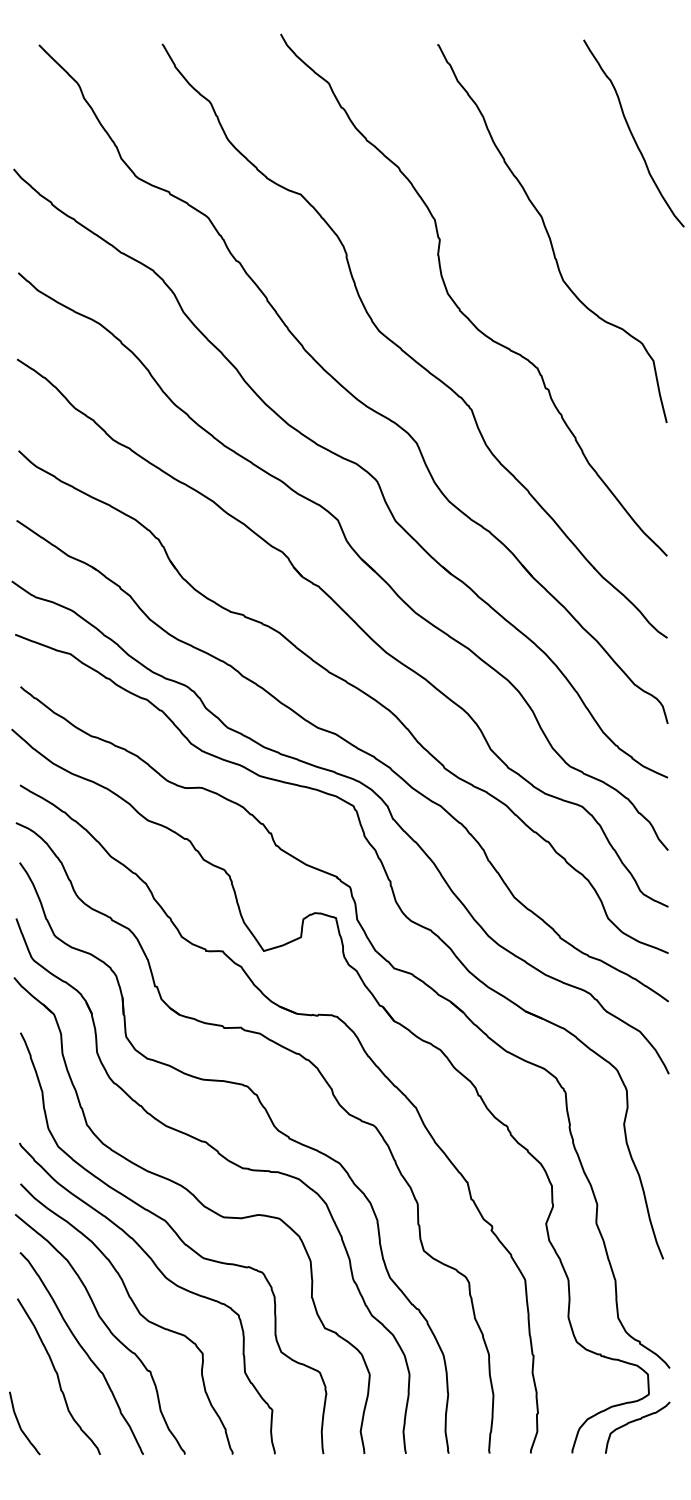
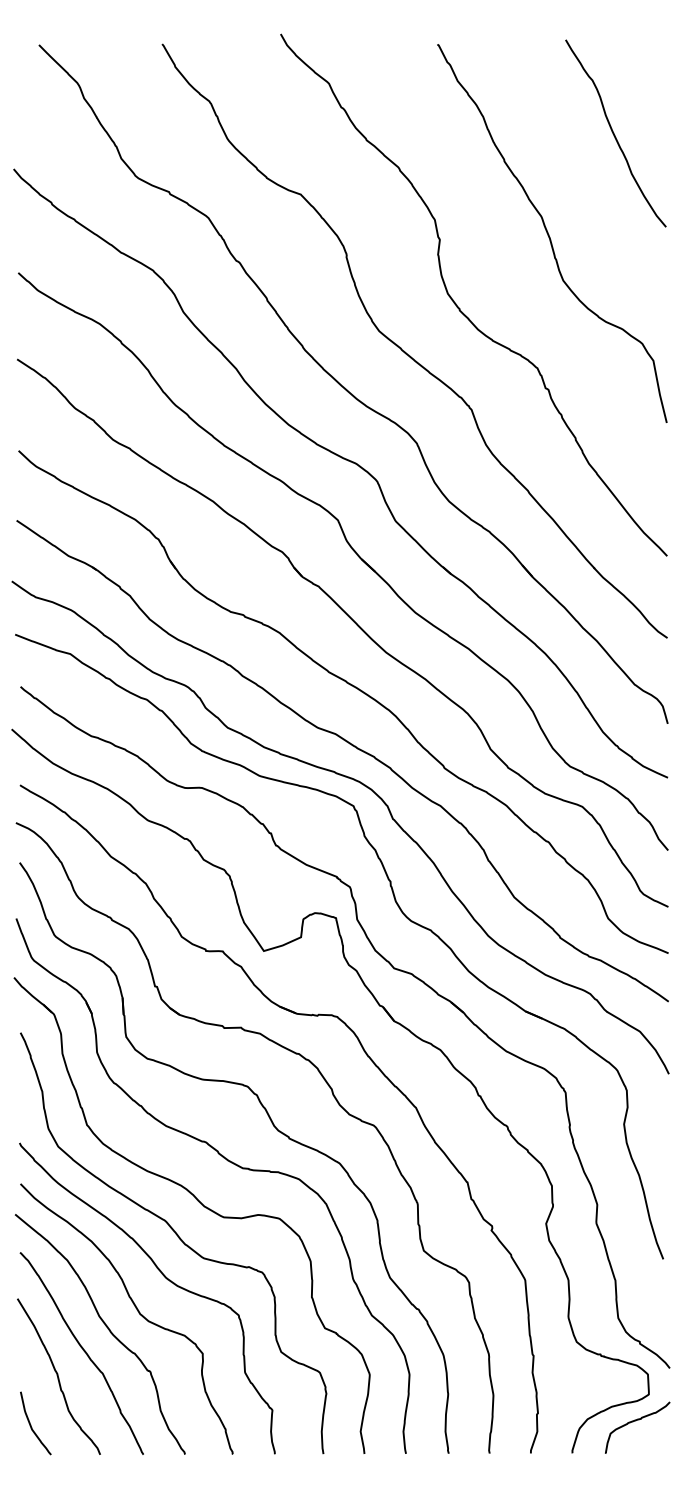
curve at (632, 133) position: (632, 133) -> (614, 133)
curve at (20, 1424) position: (20, 1424) -> (31, 1424)
